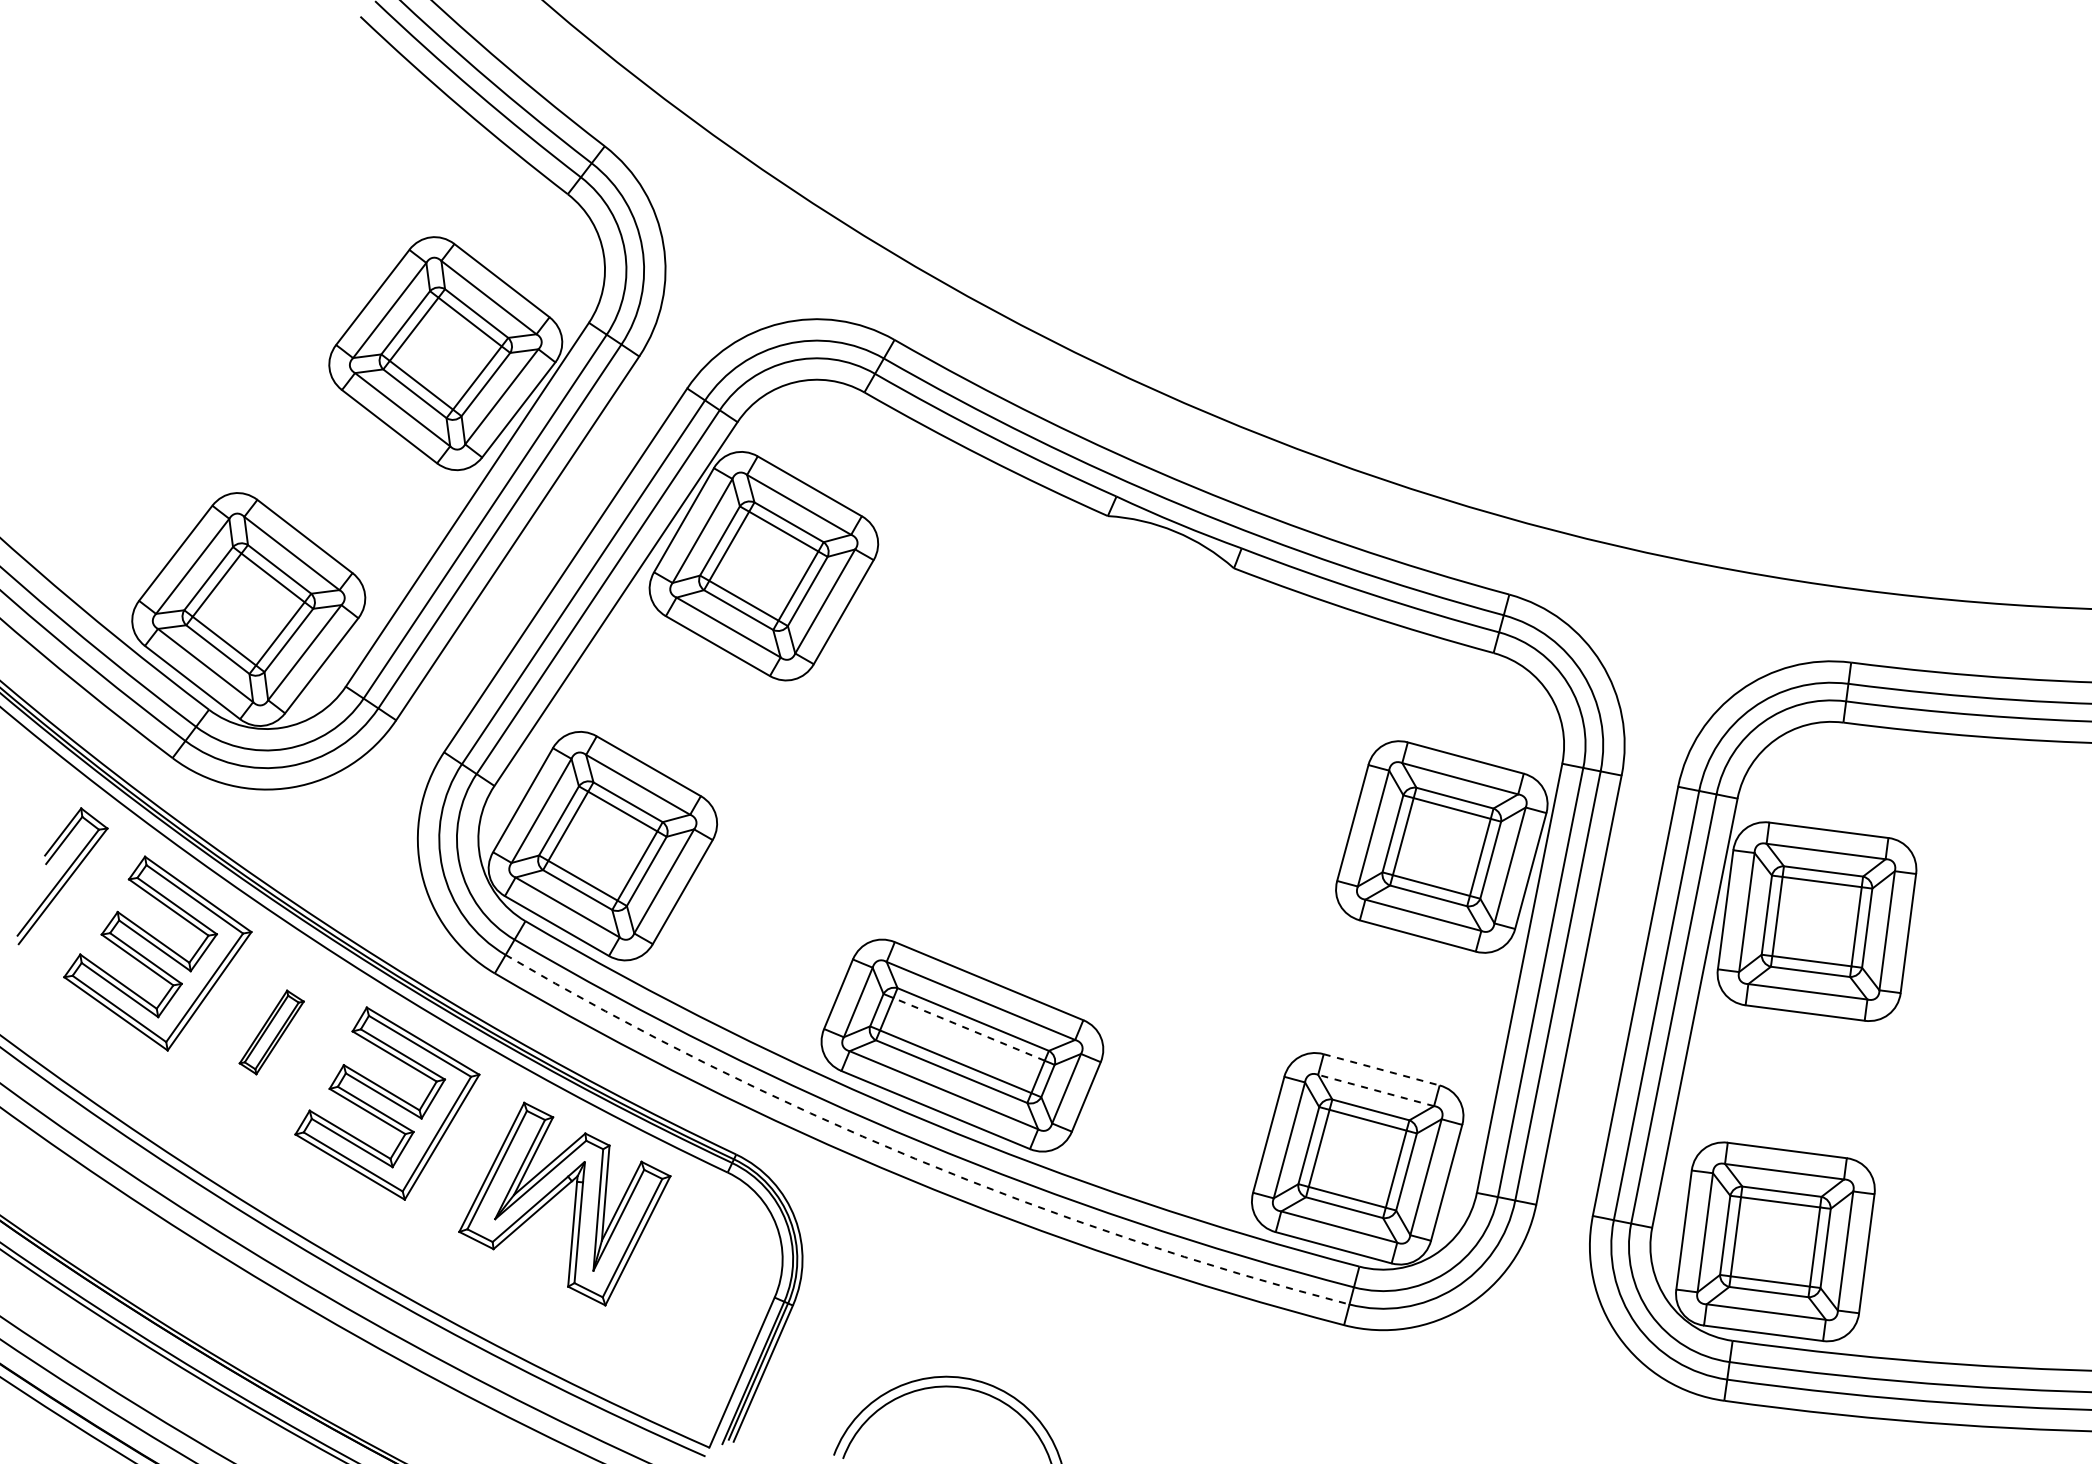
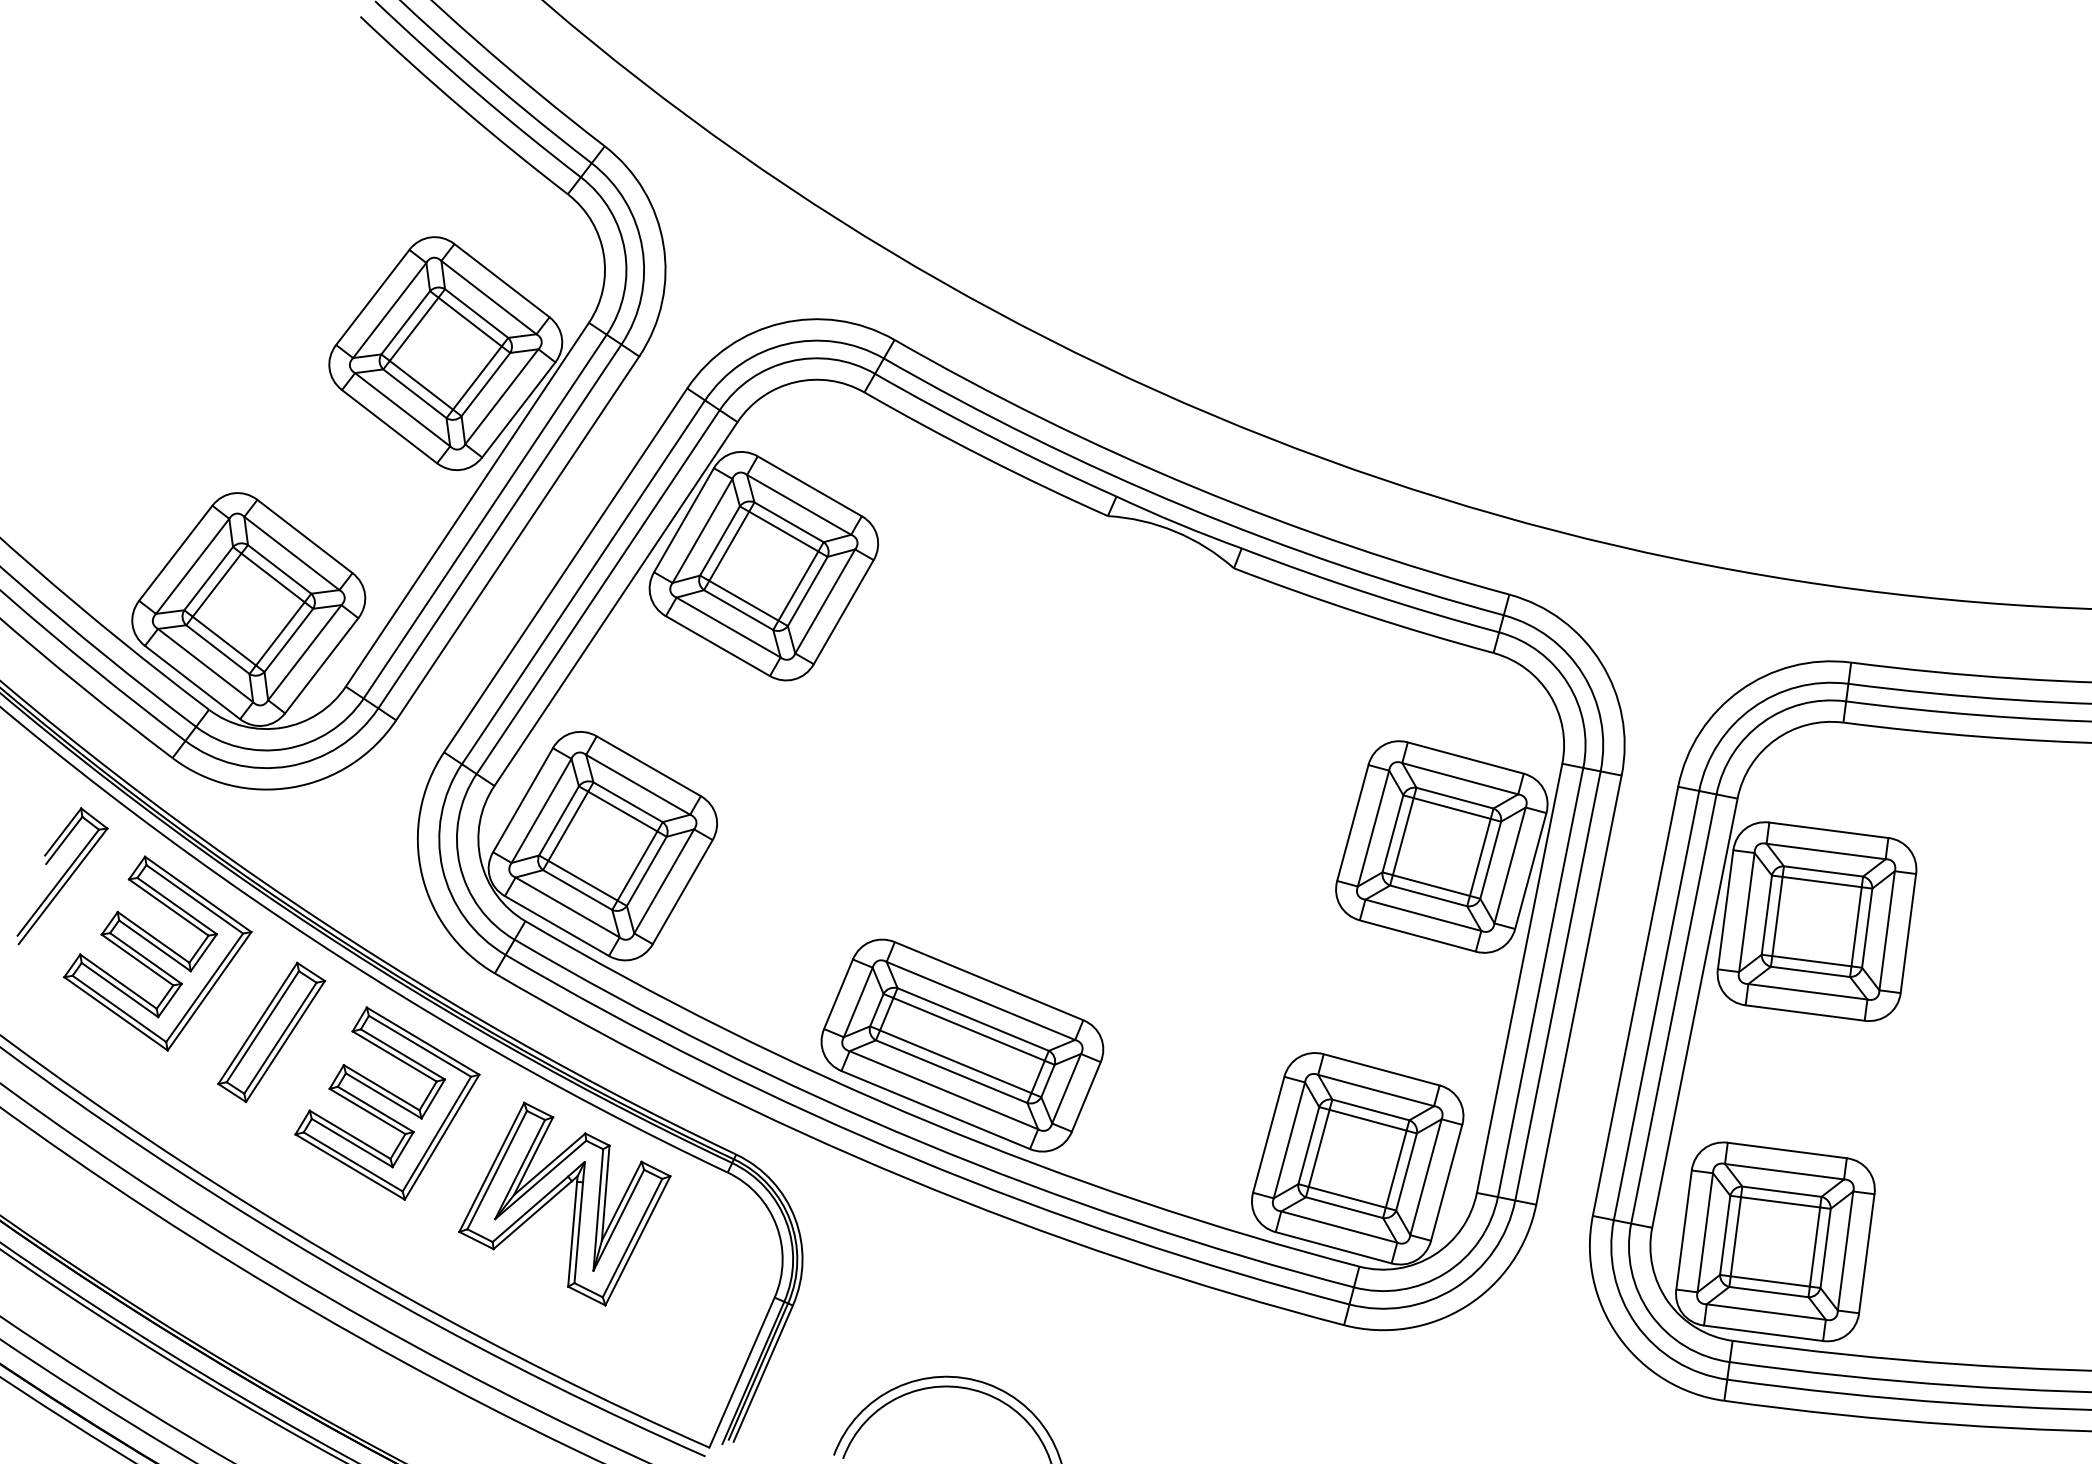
line at (969, 1029): dashed -> solid
part at (271, 1032) size: 67x87 px -> 110x143 px
line at (1382, 1069): dashed -> solid
line at (1375, 1090): dashed -> solid
arc at (915, 1158): dashed -> solid
